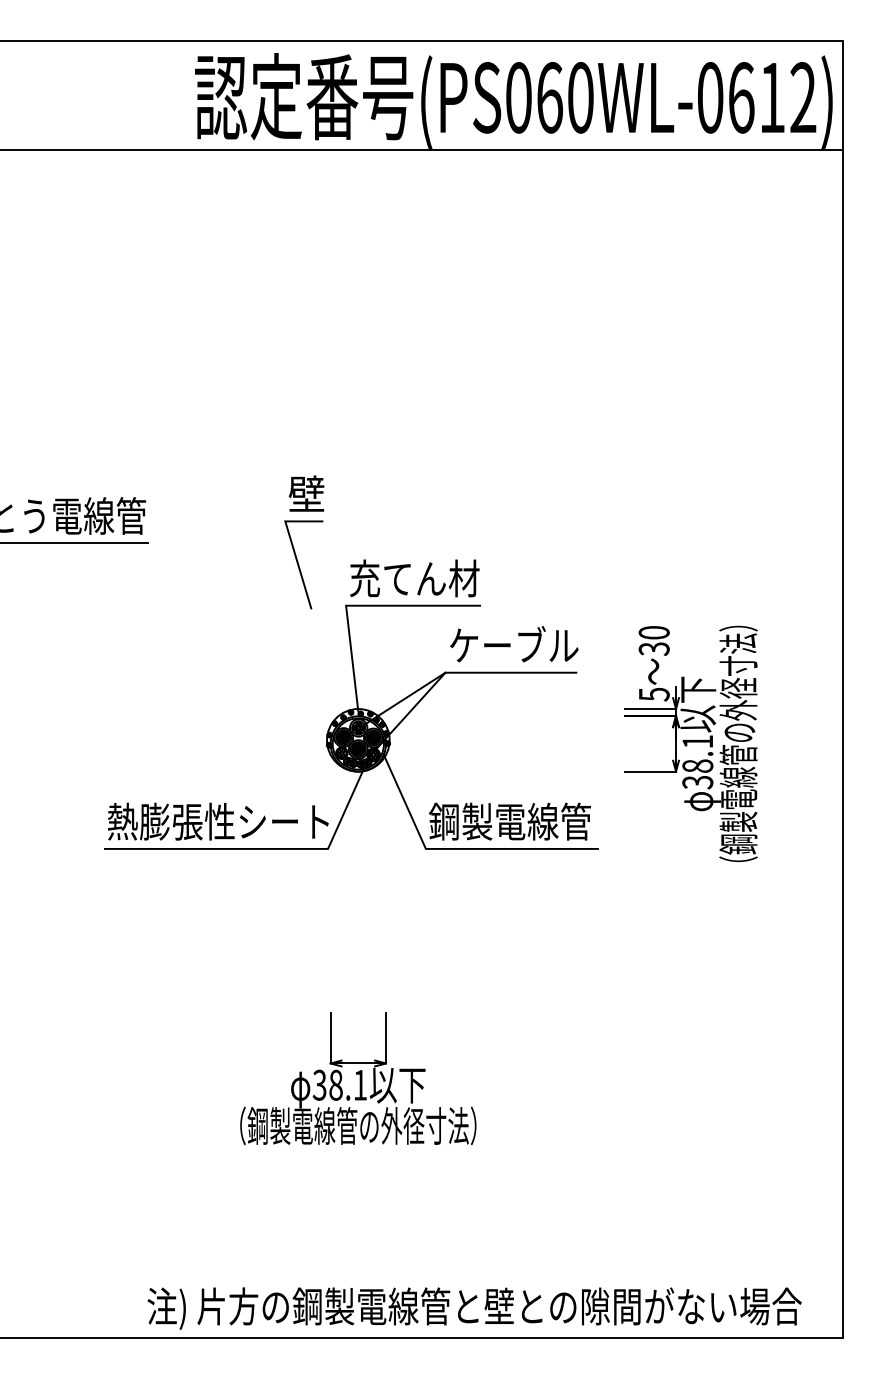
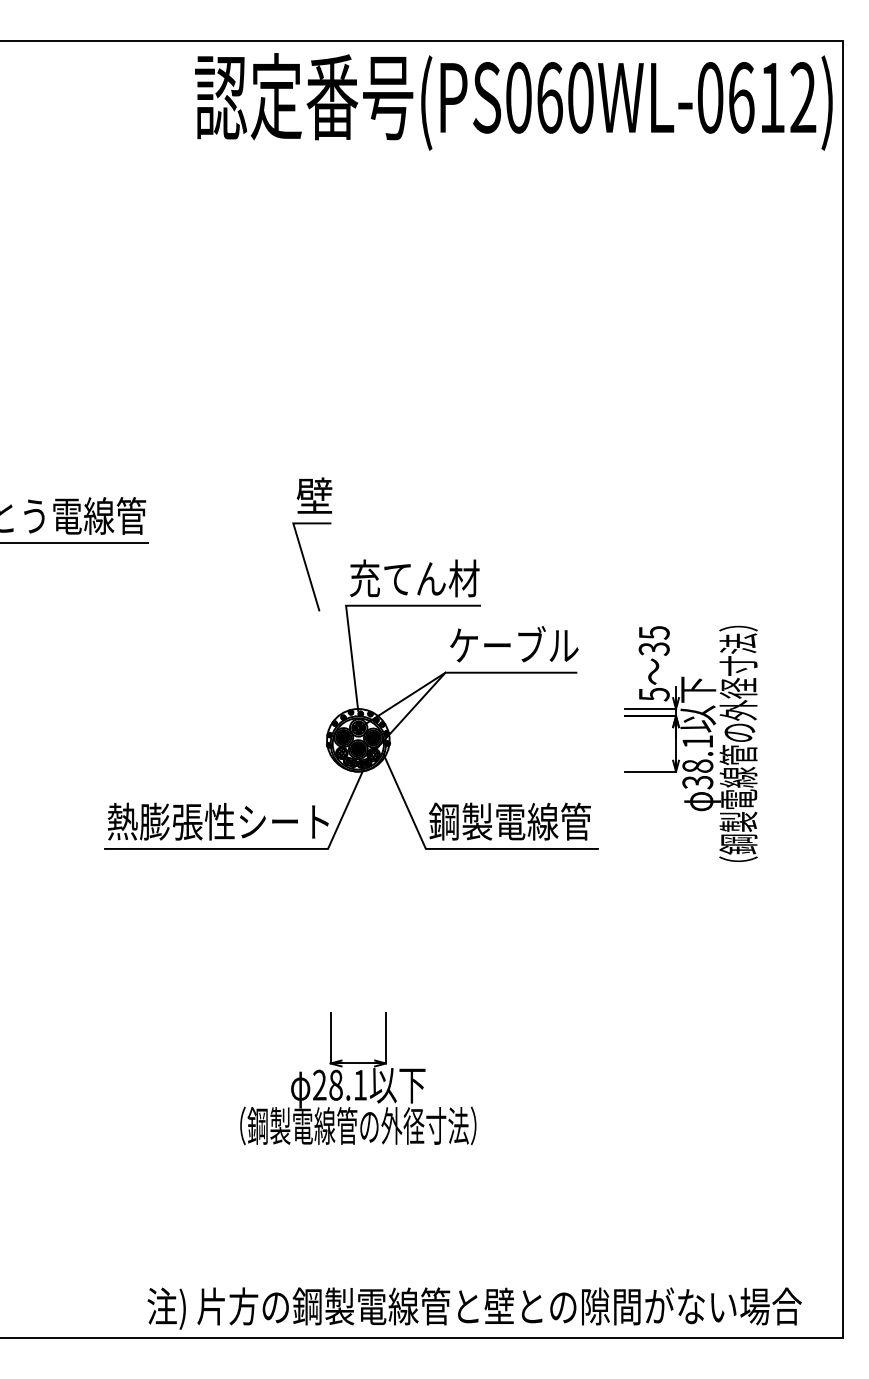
line at (422, 150): present -> none
part at (293, 544) position: (293, 544) -> (301, 546)
text at (653, 632): 30 -> 35
text at (319, 1085): 38.1 -> 28.1
